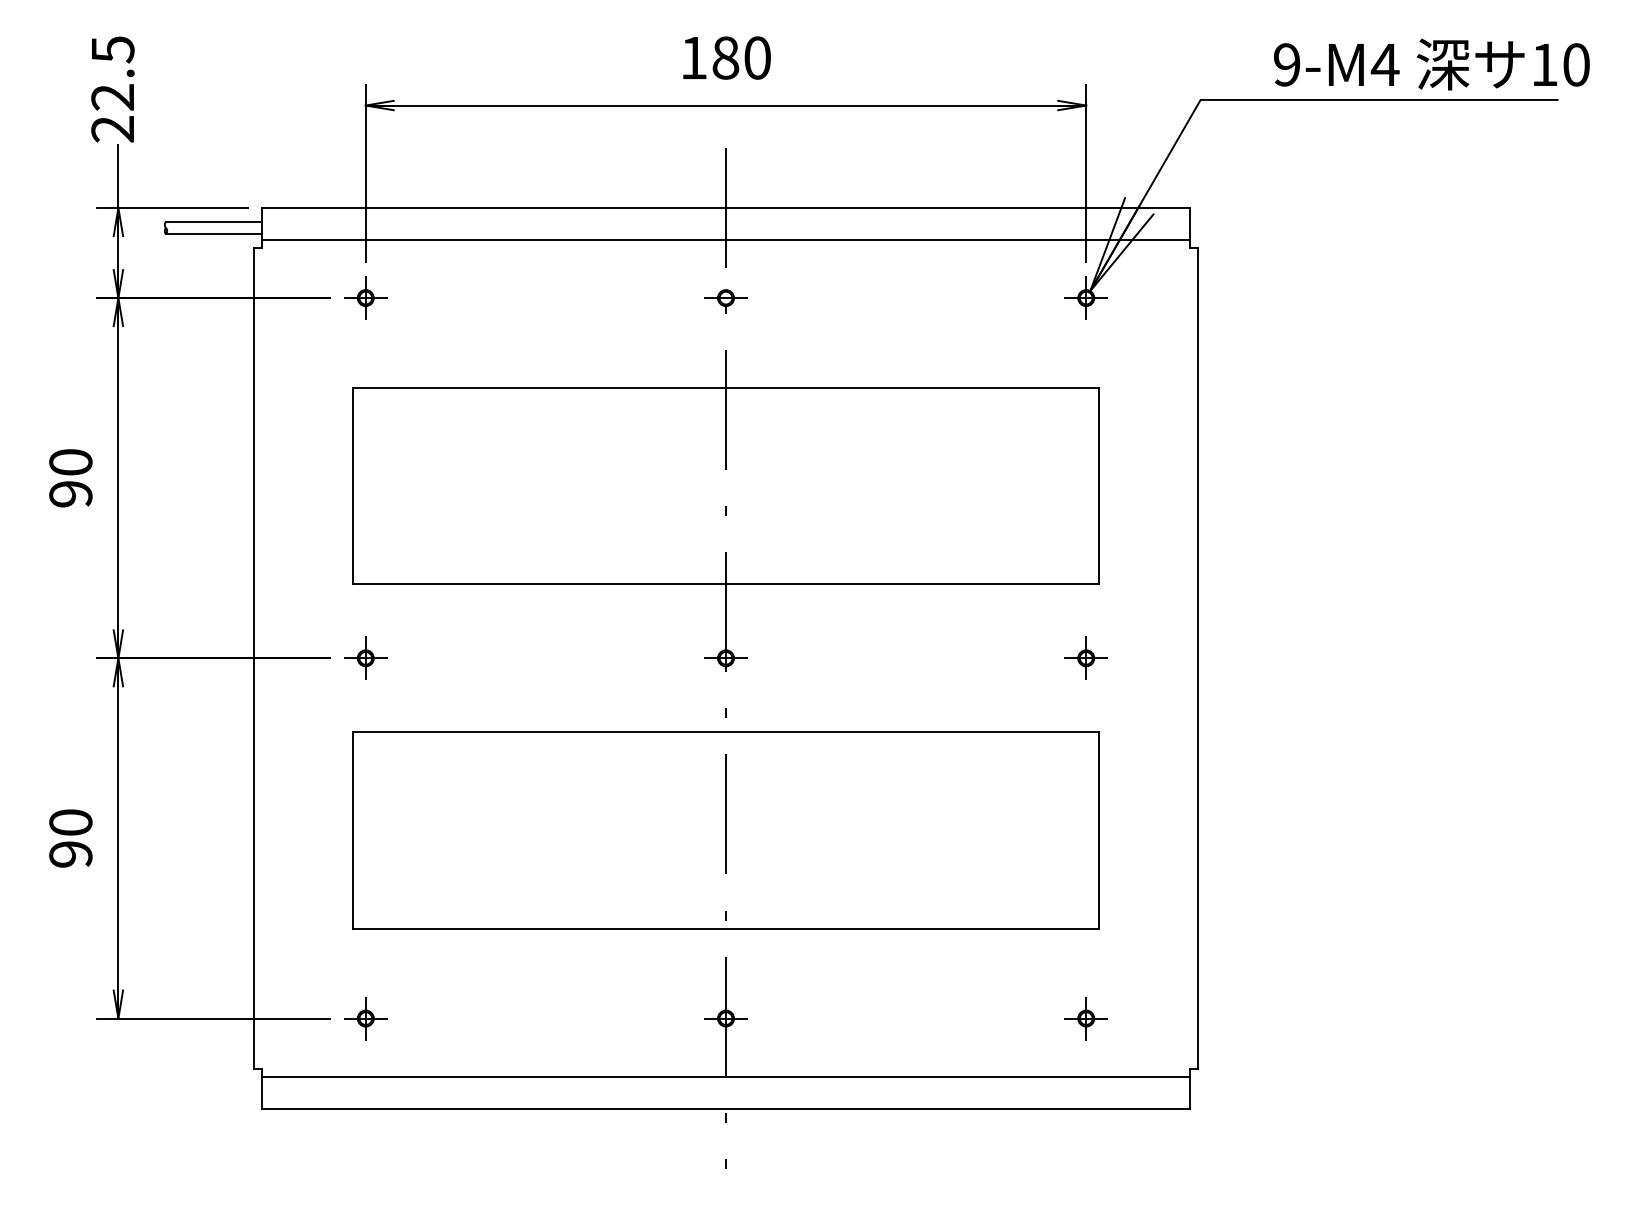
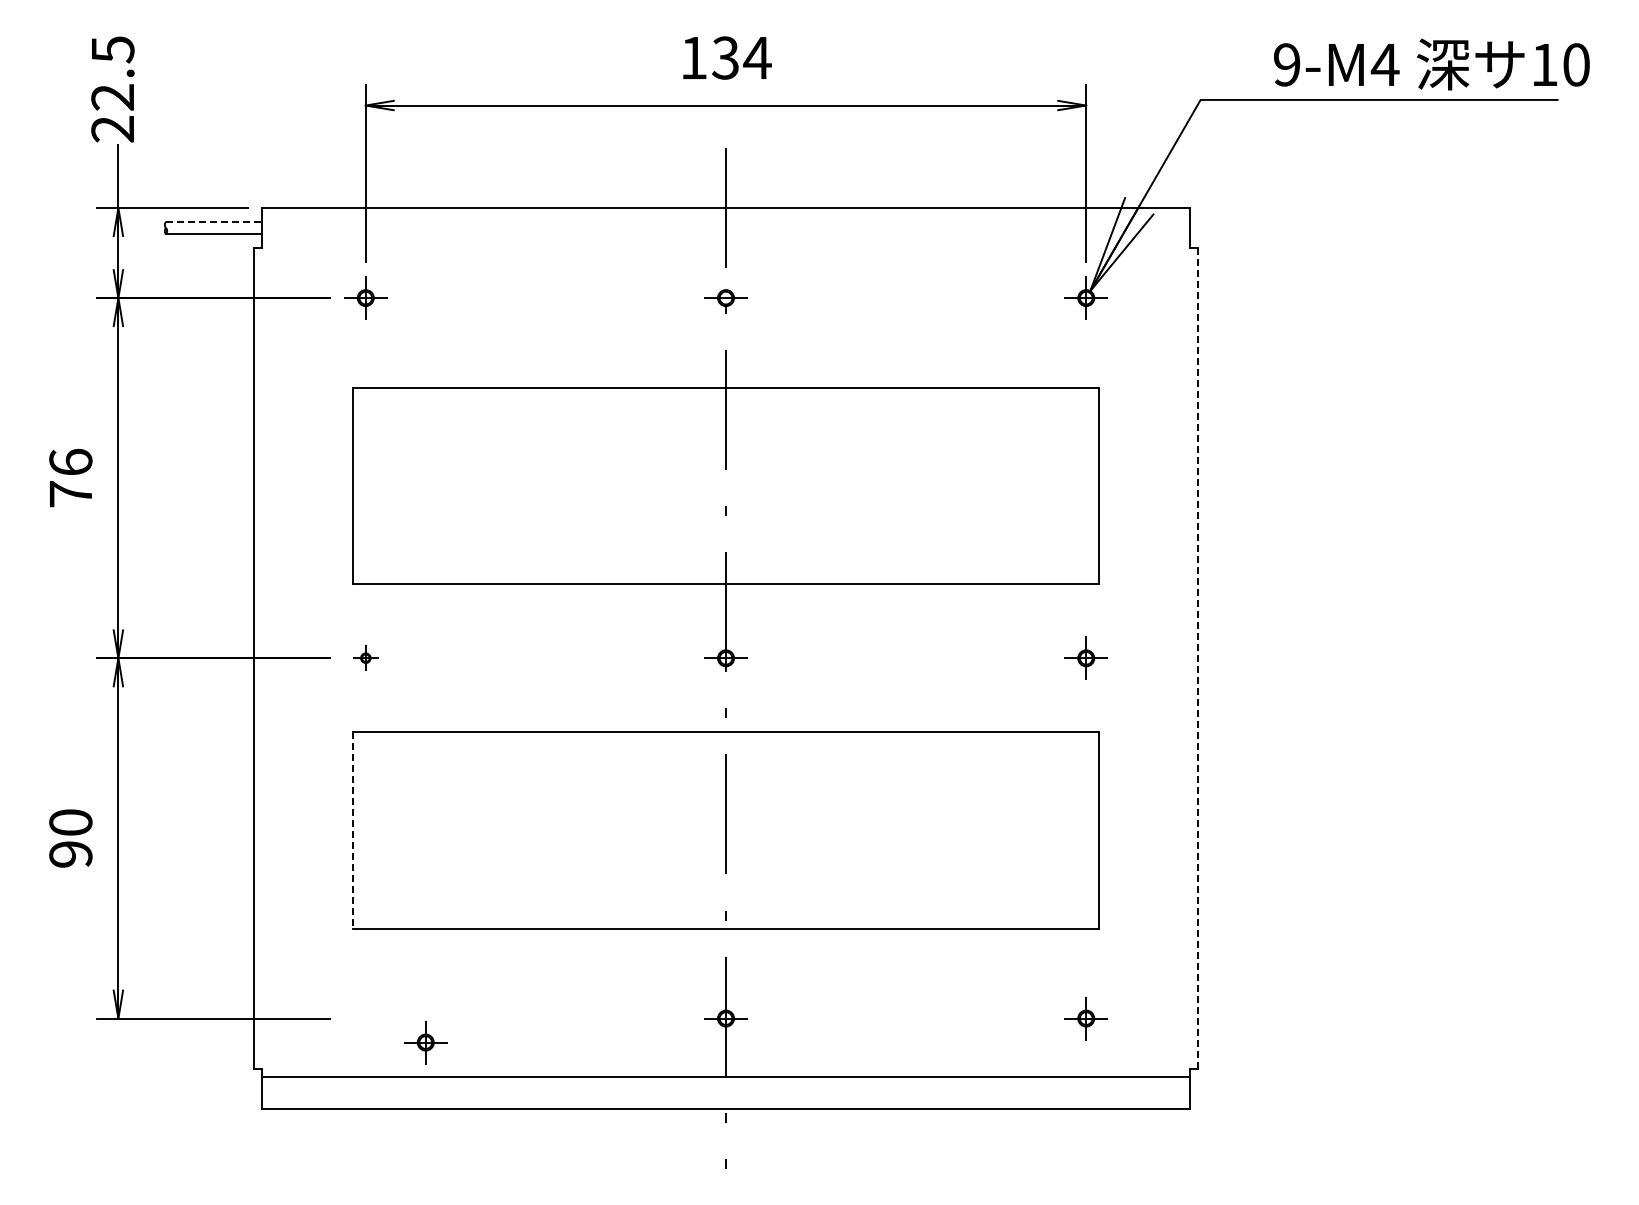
text at (741, 57): 180 -> 134
line at (213, 221): solid -> dashed
line at (725, 240): present -> none
text at (70, 477): 90 -> 76
part at (365, 657) size: 44x44 px -> 26x26 px
line at (1198, 657): solid -> dashed
line at (352, 830): solid -> dashed
part at (365, 1018) position: (365, 1018) -> (425, 1042)
